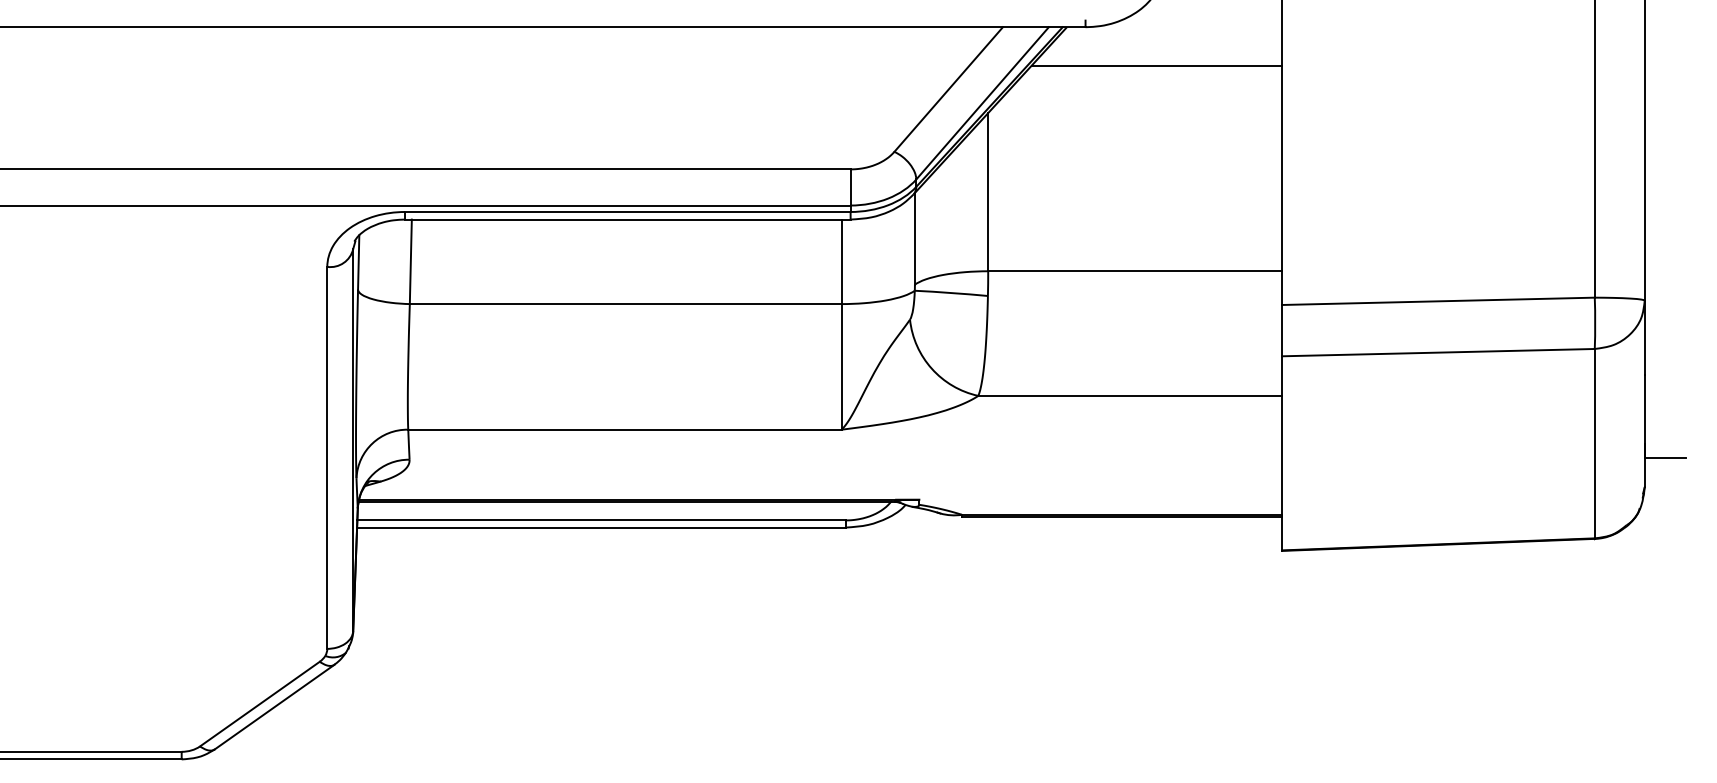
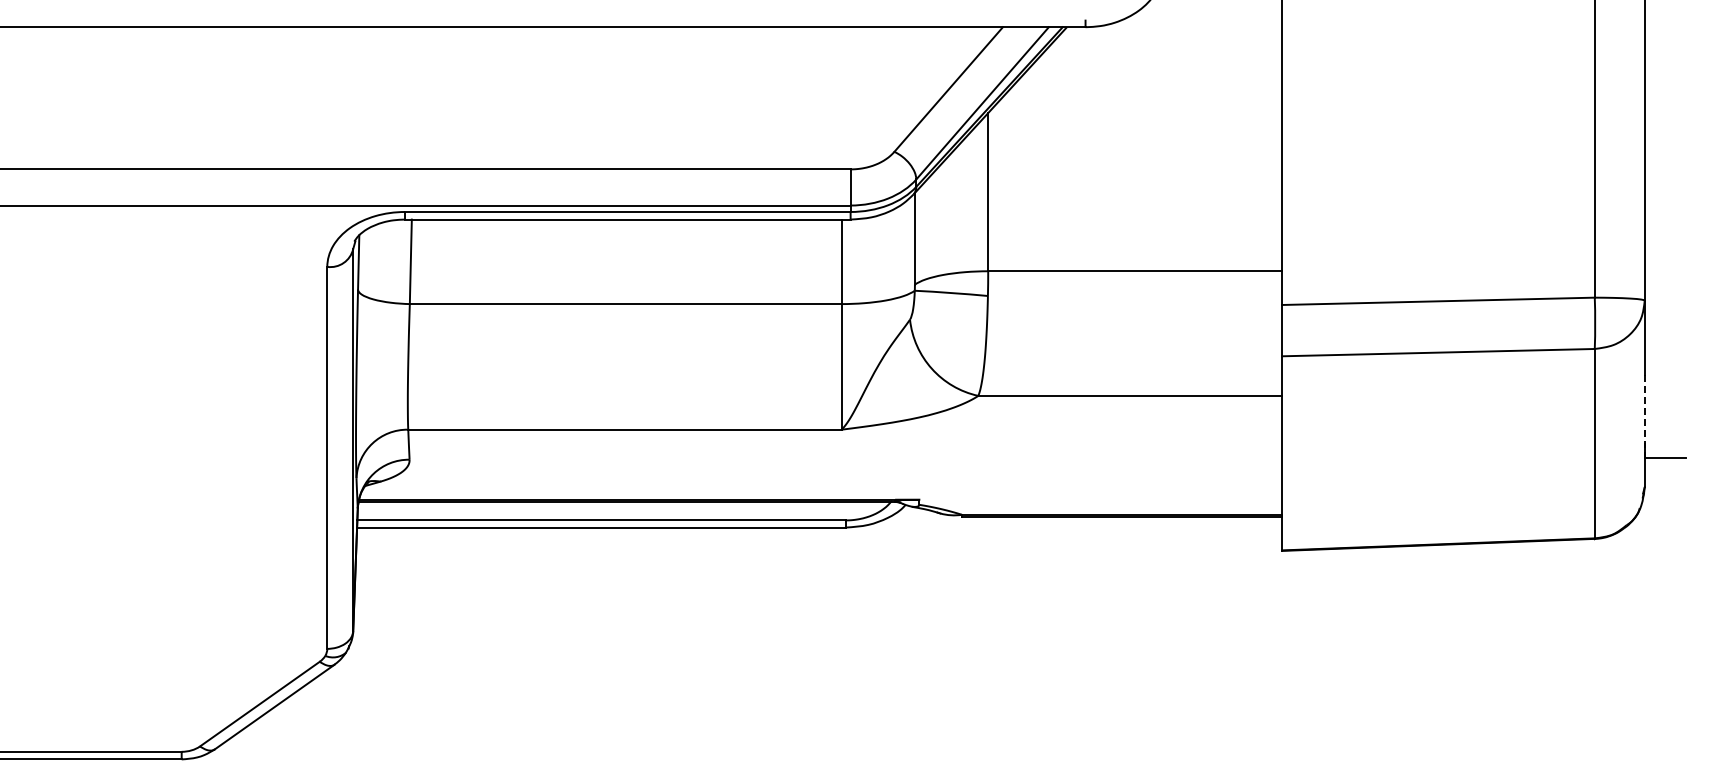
line at (1156, 65): present -> none
line at (1644, 416): solid -> dashed
